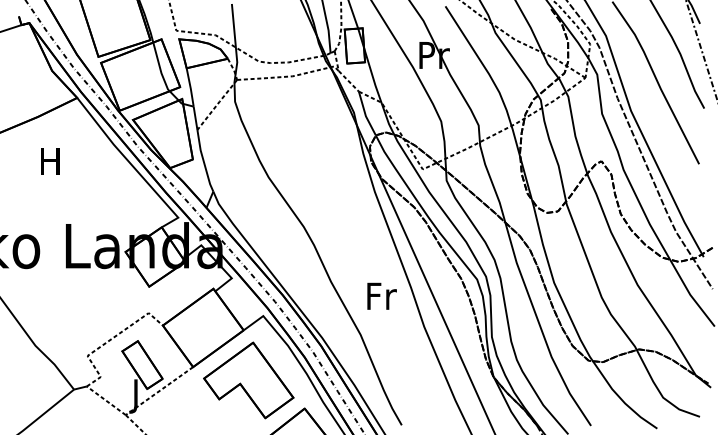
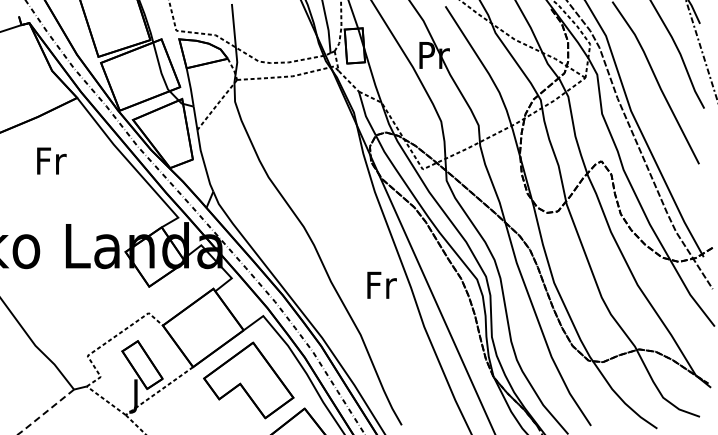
text at (51, 160): H -> Fr
text at (381, 295) position: (381, 295) -> (381, 284)
line at (45, 412): solid -> dashed
